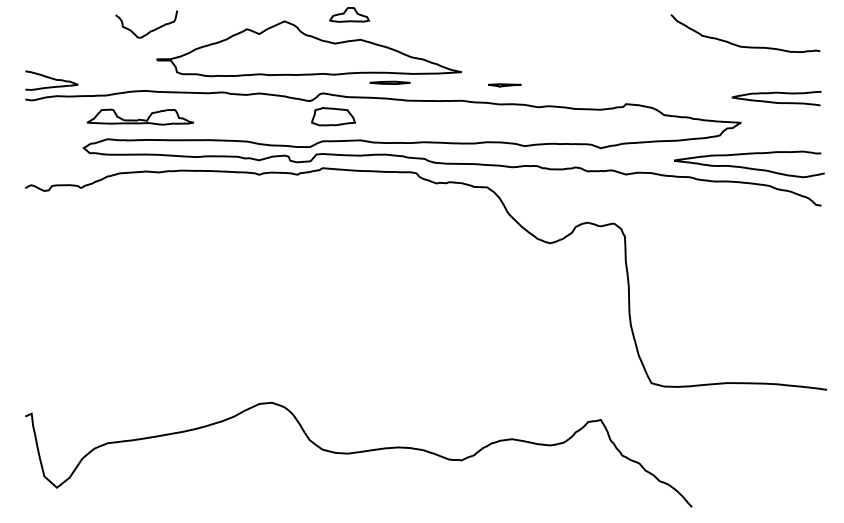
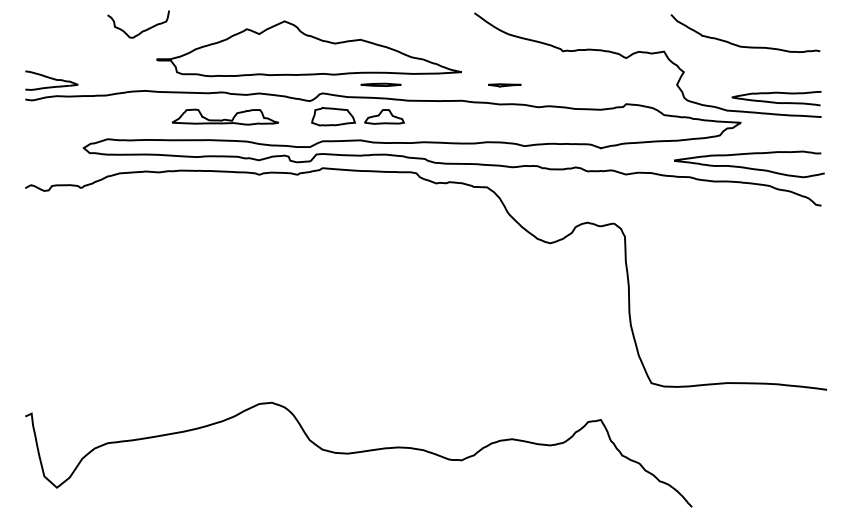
part at (349, 14) position: (349, 14) -> (384, 116)
curve at (150, 30) position: (150, 30) -> (142, 30)
curve at (649, 54): none -> present
line at (389, 82) position: (389, 82) -> (380, 84)
part at (139, 116) position: (139, 116) -> (224, 116)
